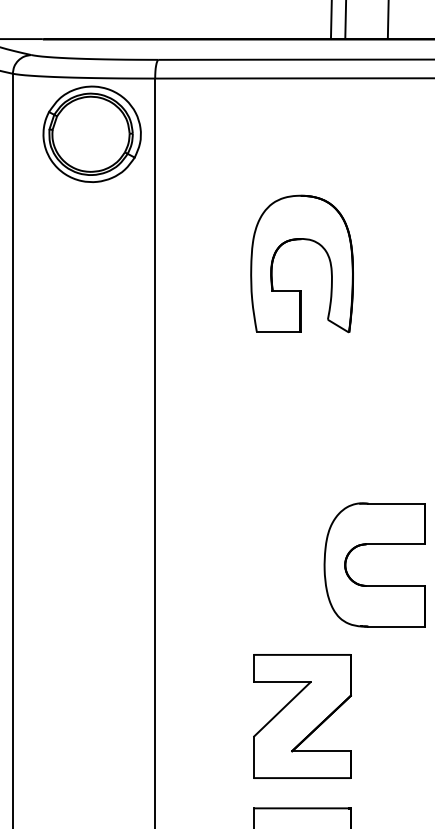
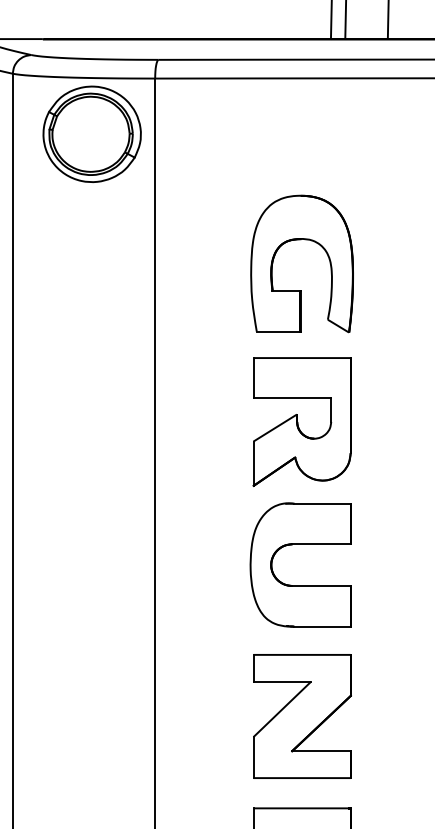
part at (301, 421): none -> present
part at (374, 544) position: (374, 544) -> (300, 544)
